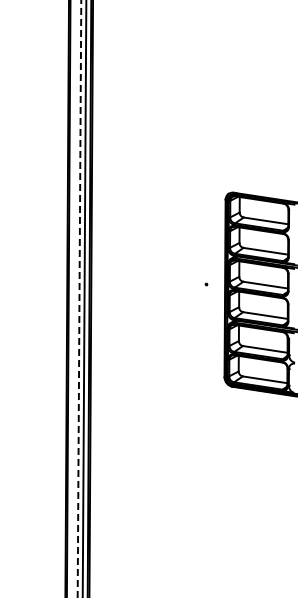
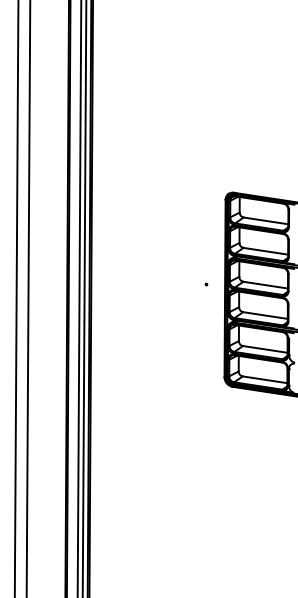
line at (16, 298): none -> present
line at (28, 298): none -> present
line at (79, 298): dashed -> solid
